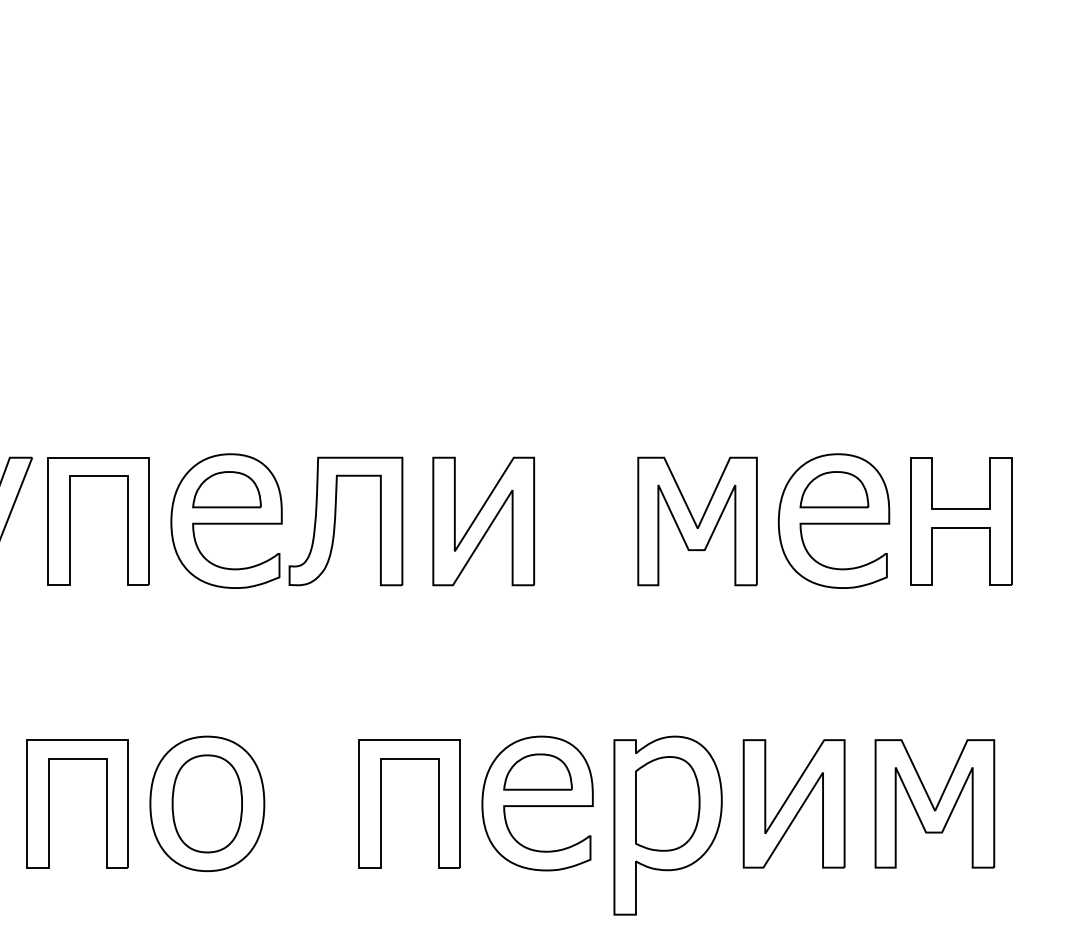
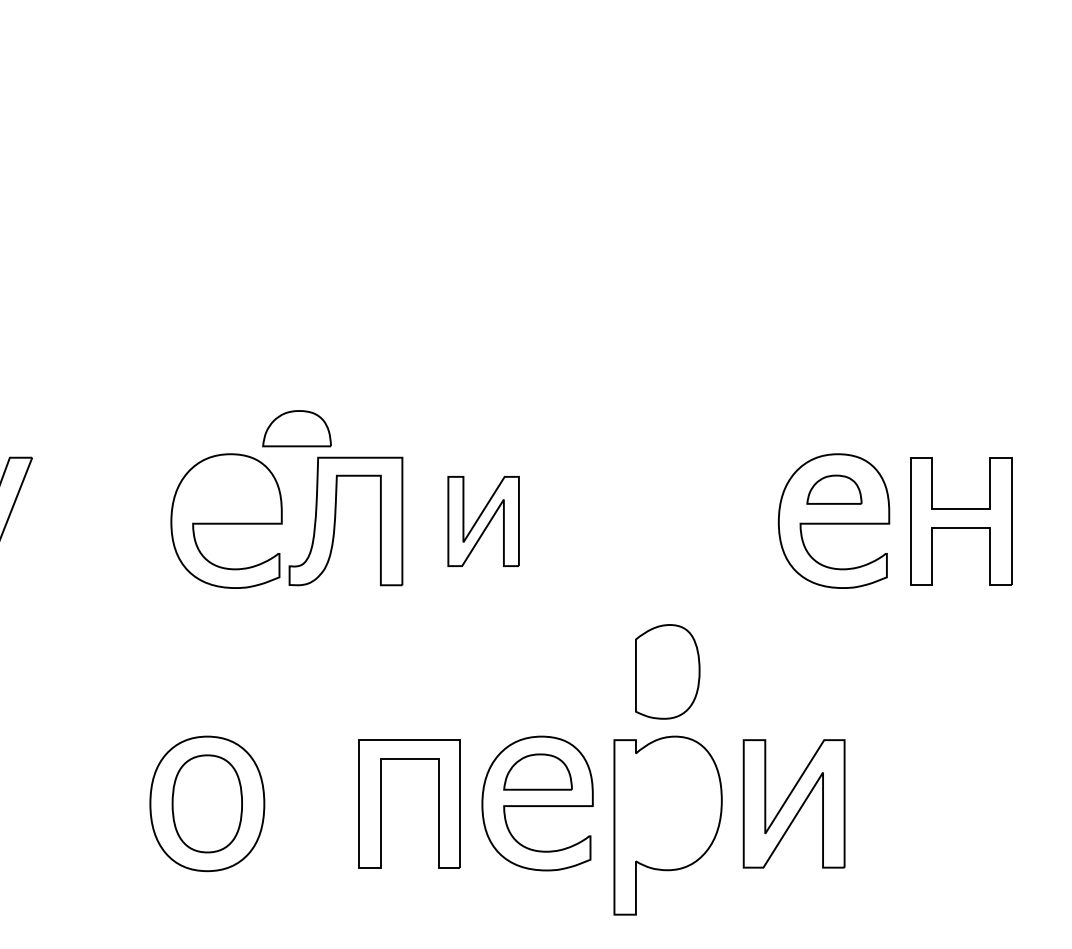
part at (226, 489) position: (226, 489) -> (296, 428)
part at (834, 489) size: 71x38 px -> 57x31 px
part at (70, 521): present -> none
part at (483, 521) size: 103x131 px -> 73x91 px
part at (697, 521): present -> none
part at (49, 803): present -> none
part at (667, 803) position: (667, 803) -> (667, 671)
part at (934, 803): present -> none
